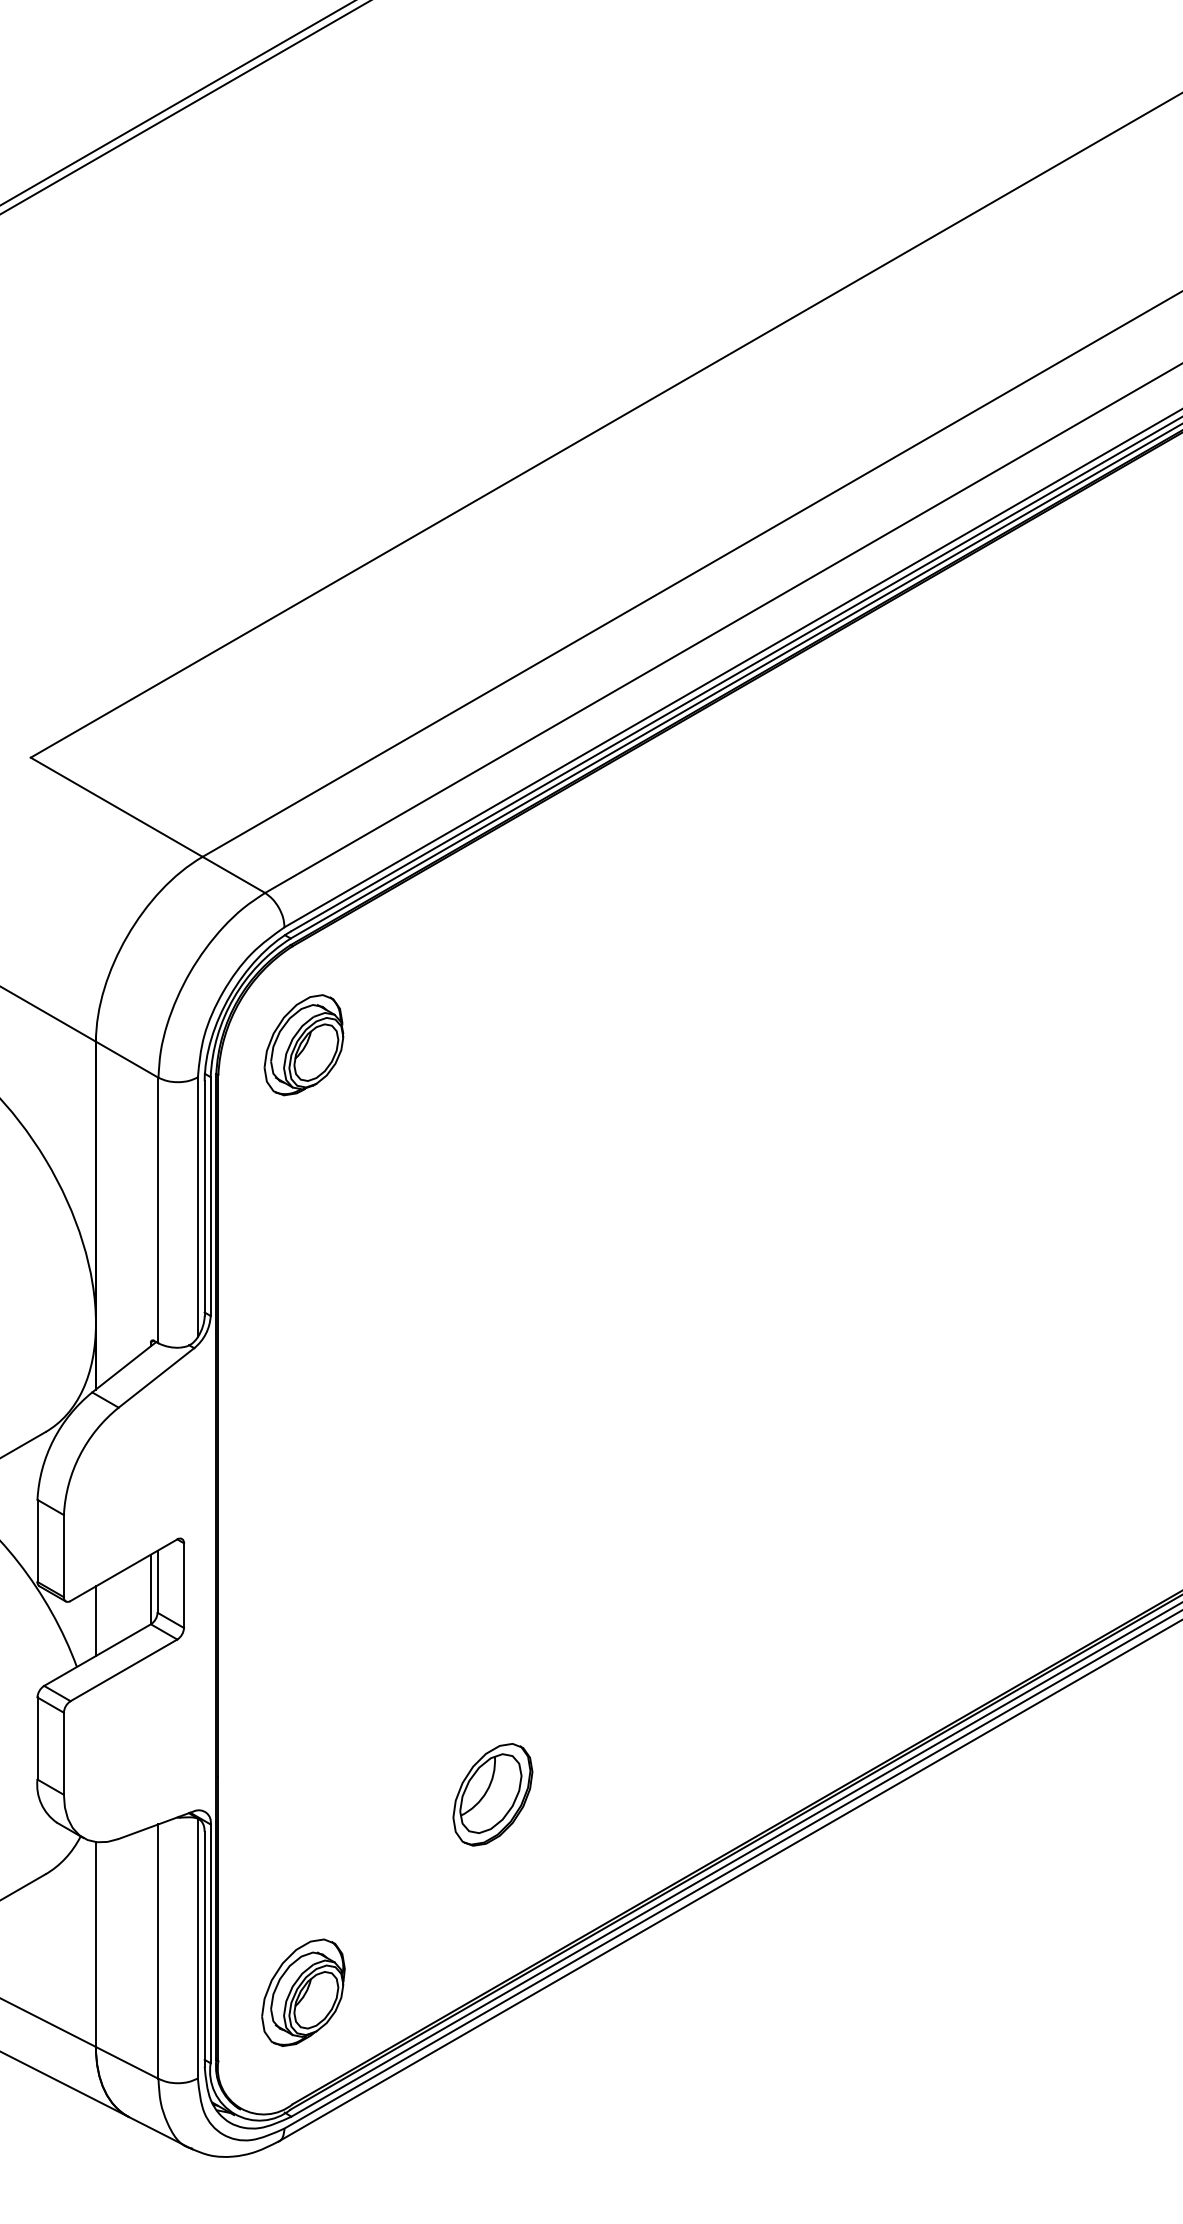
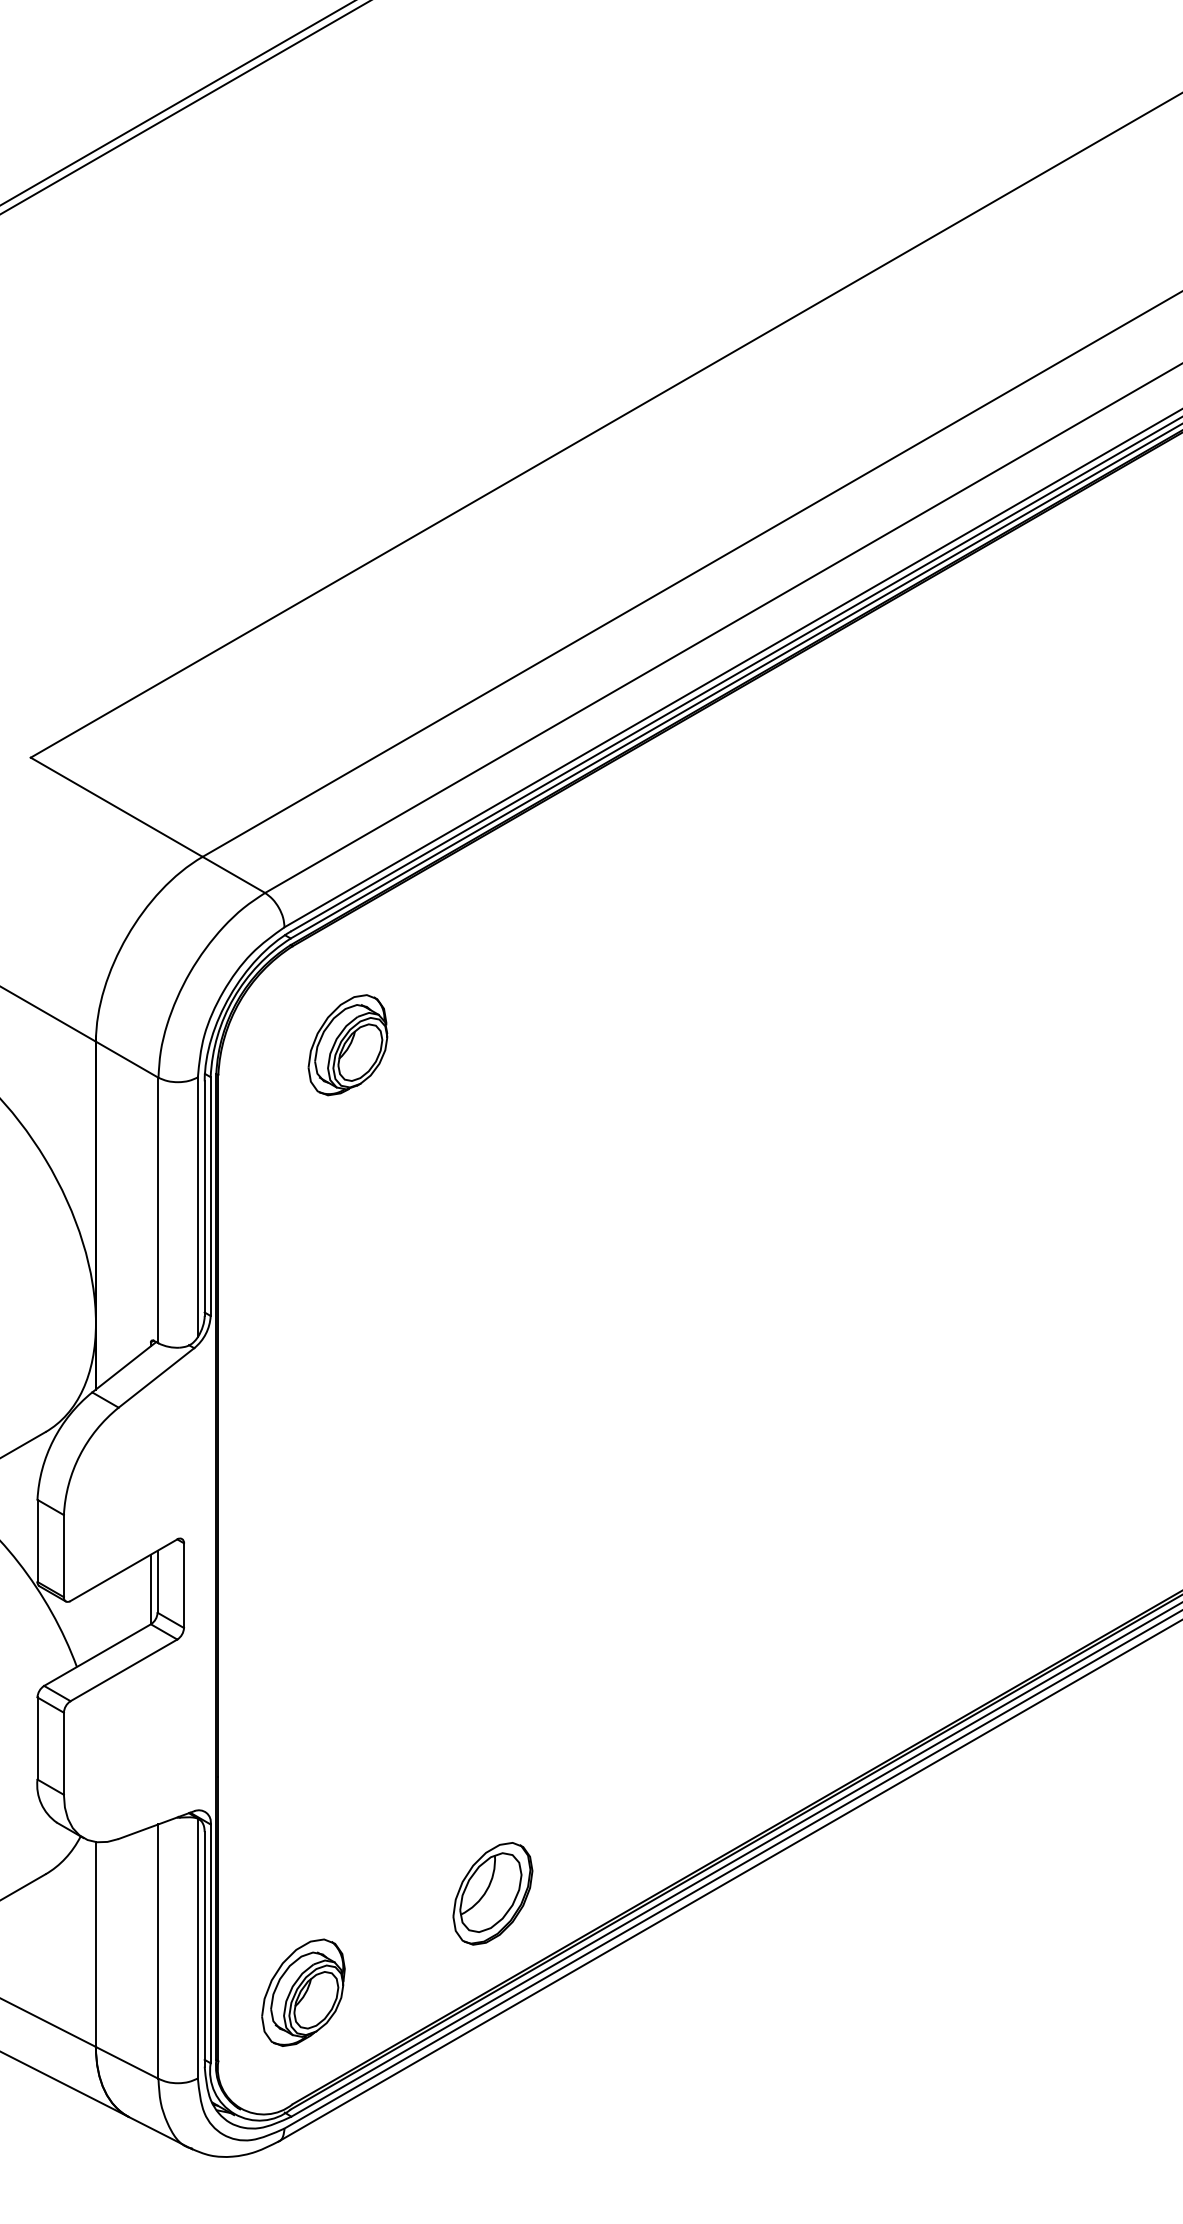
part at (303, 1045) position: (303, 1045) -> (347, 1045)
line at (95, 1621): present -> none
part at (492, 1794) position: (492, 1794) -> (492, 1893)
